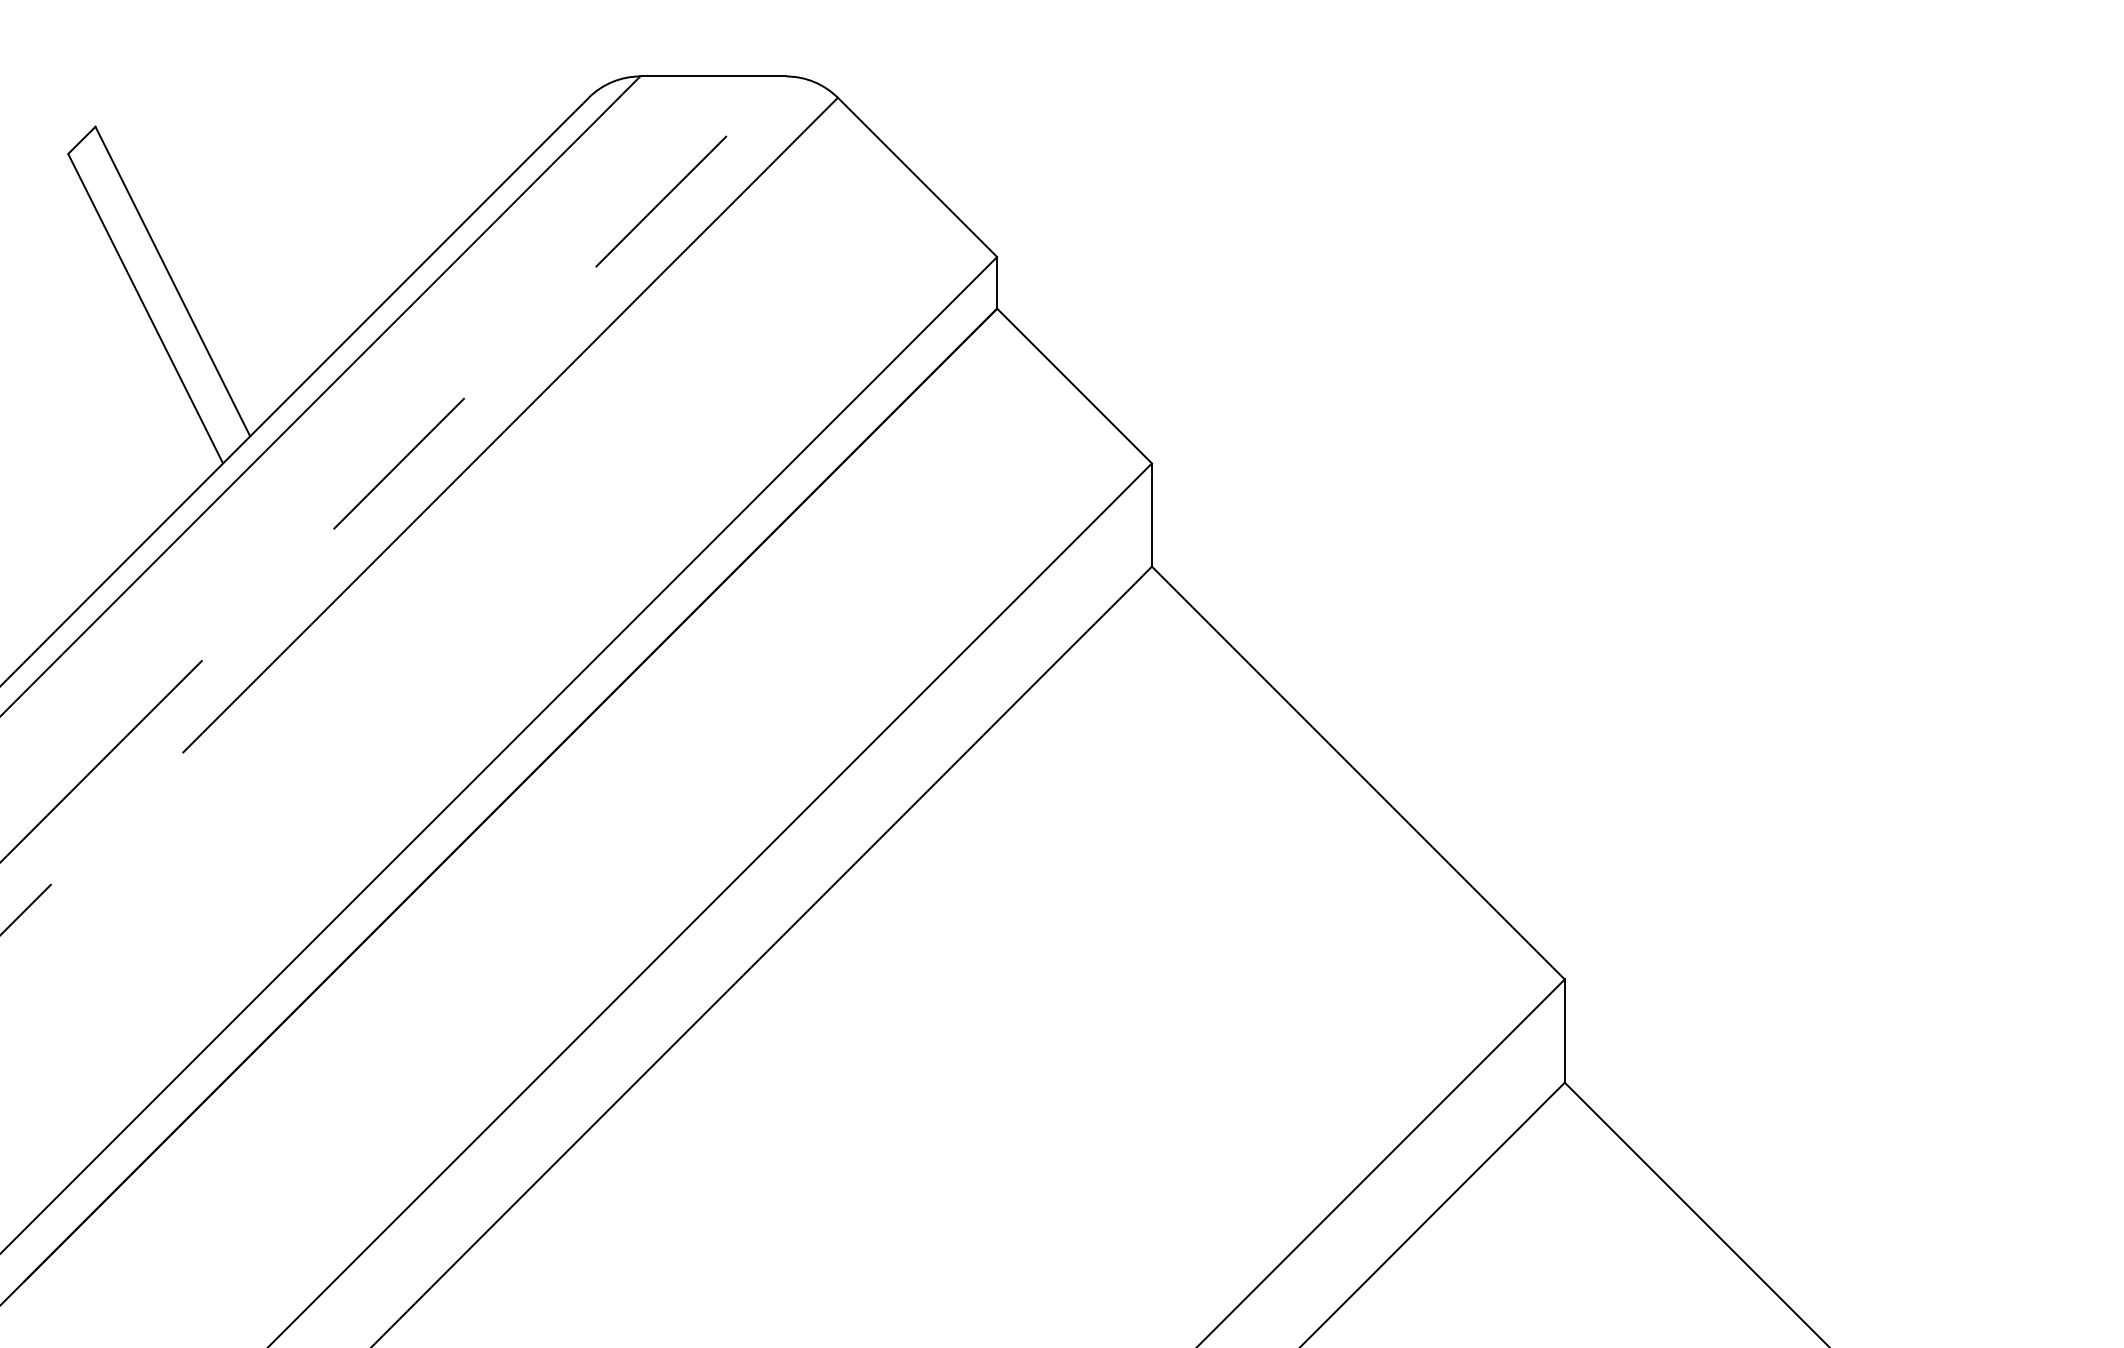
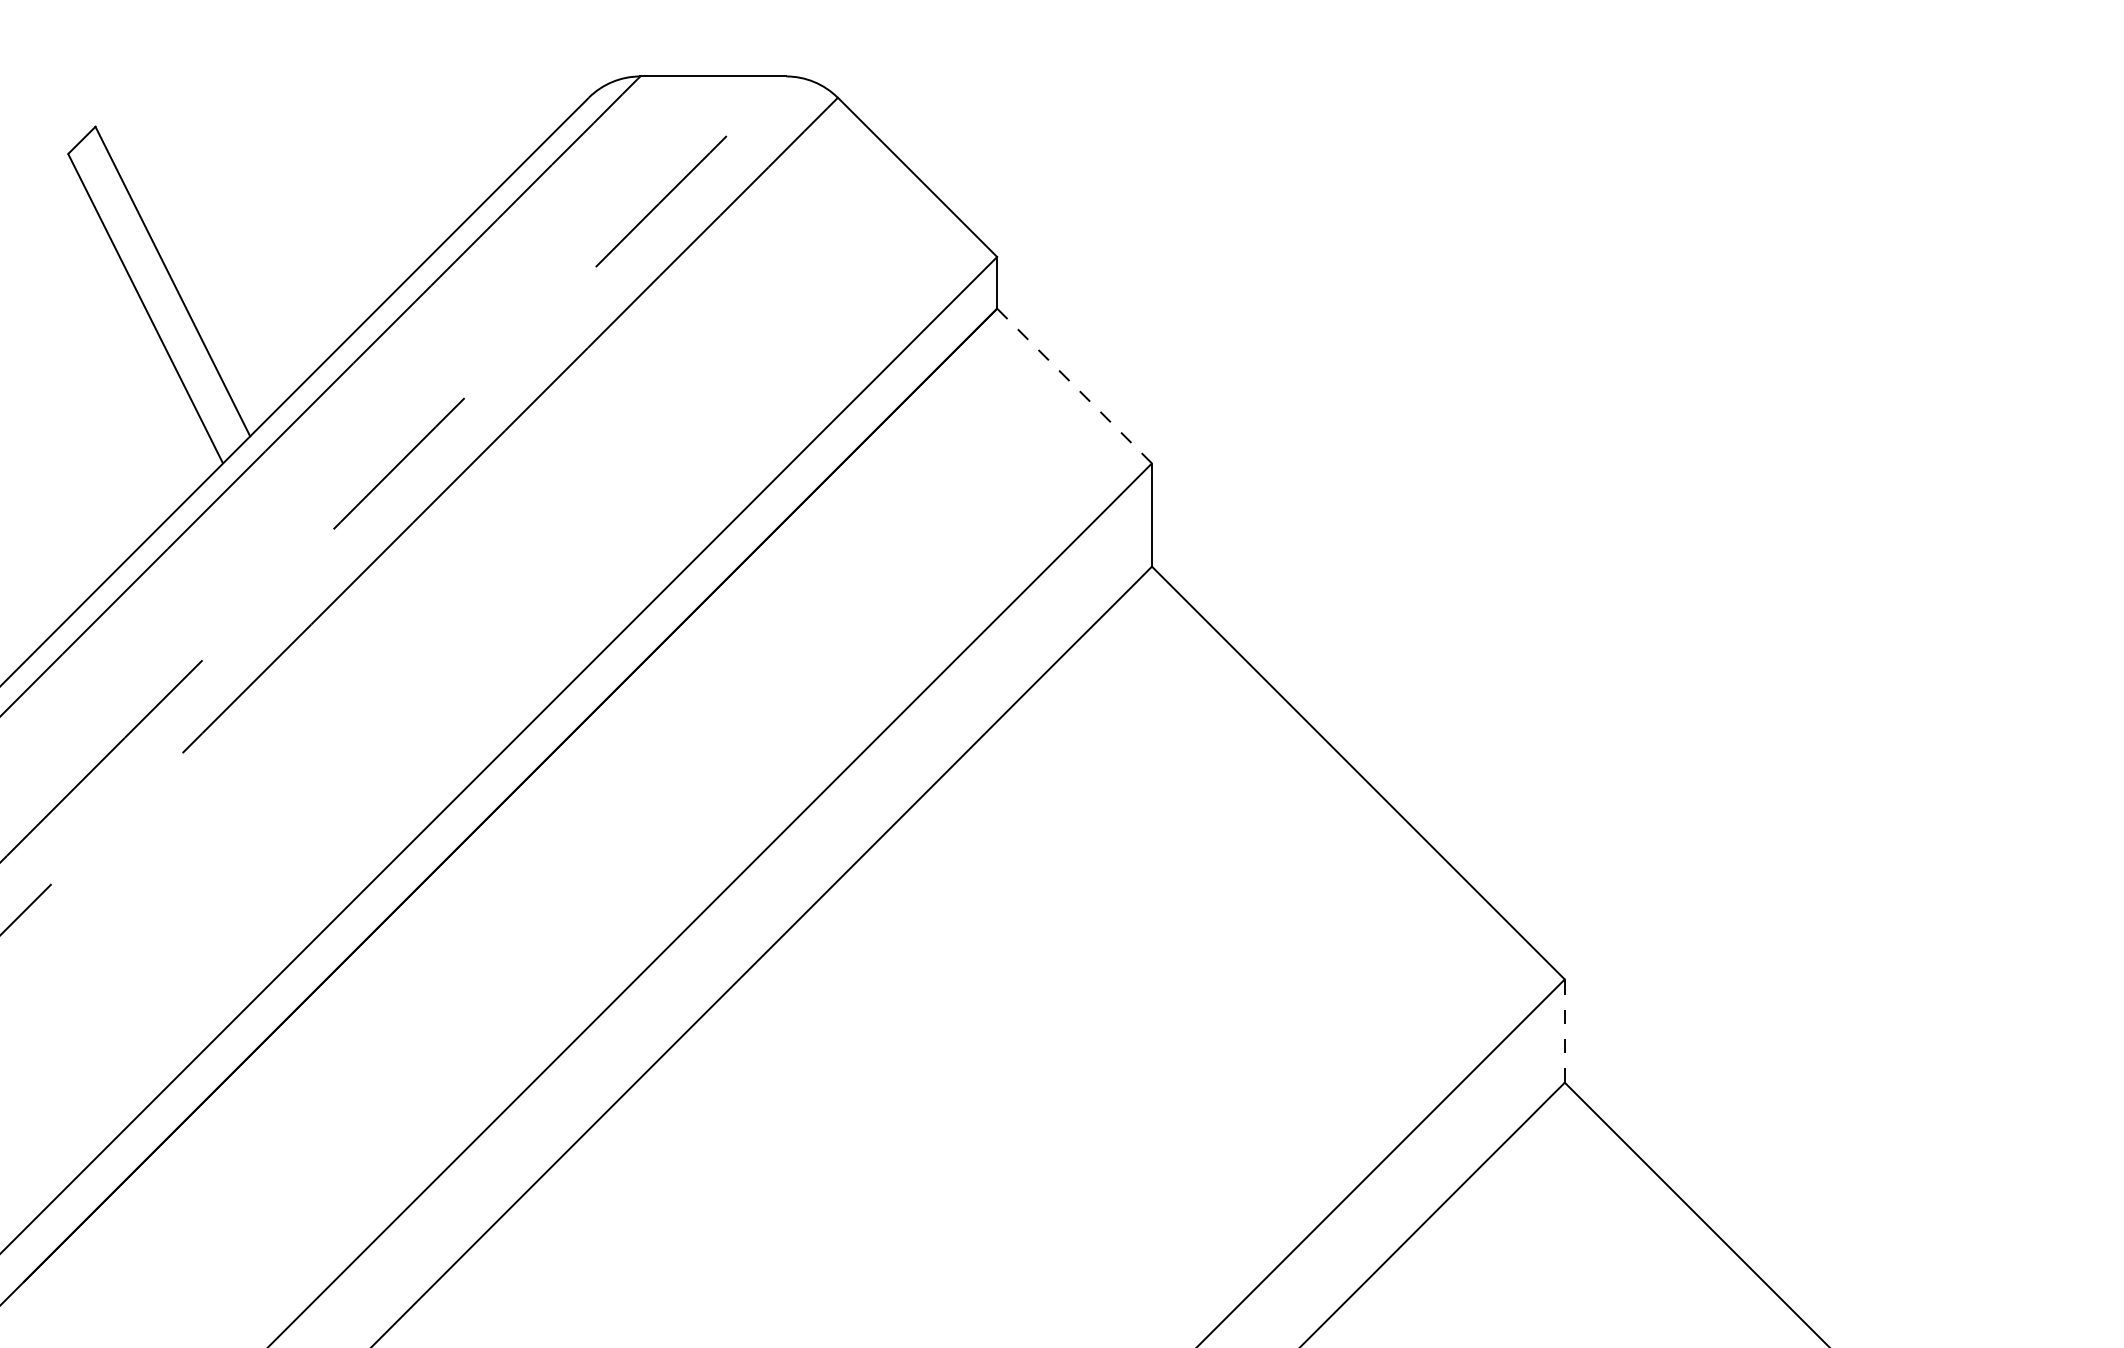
line at (1074, 385): solid -> dashed
line at (1564, 1031): solid -> dashed
